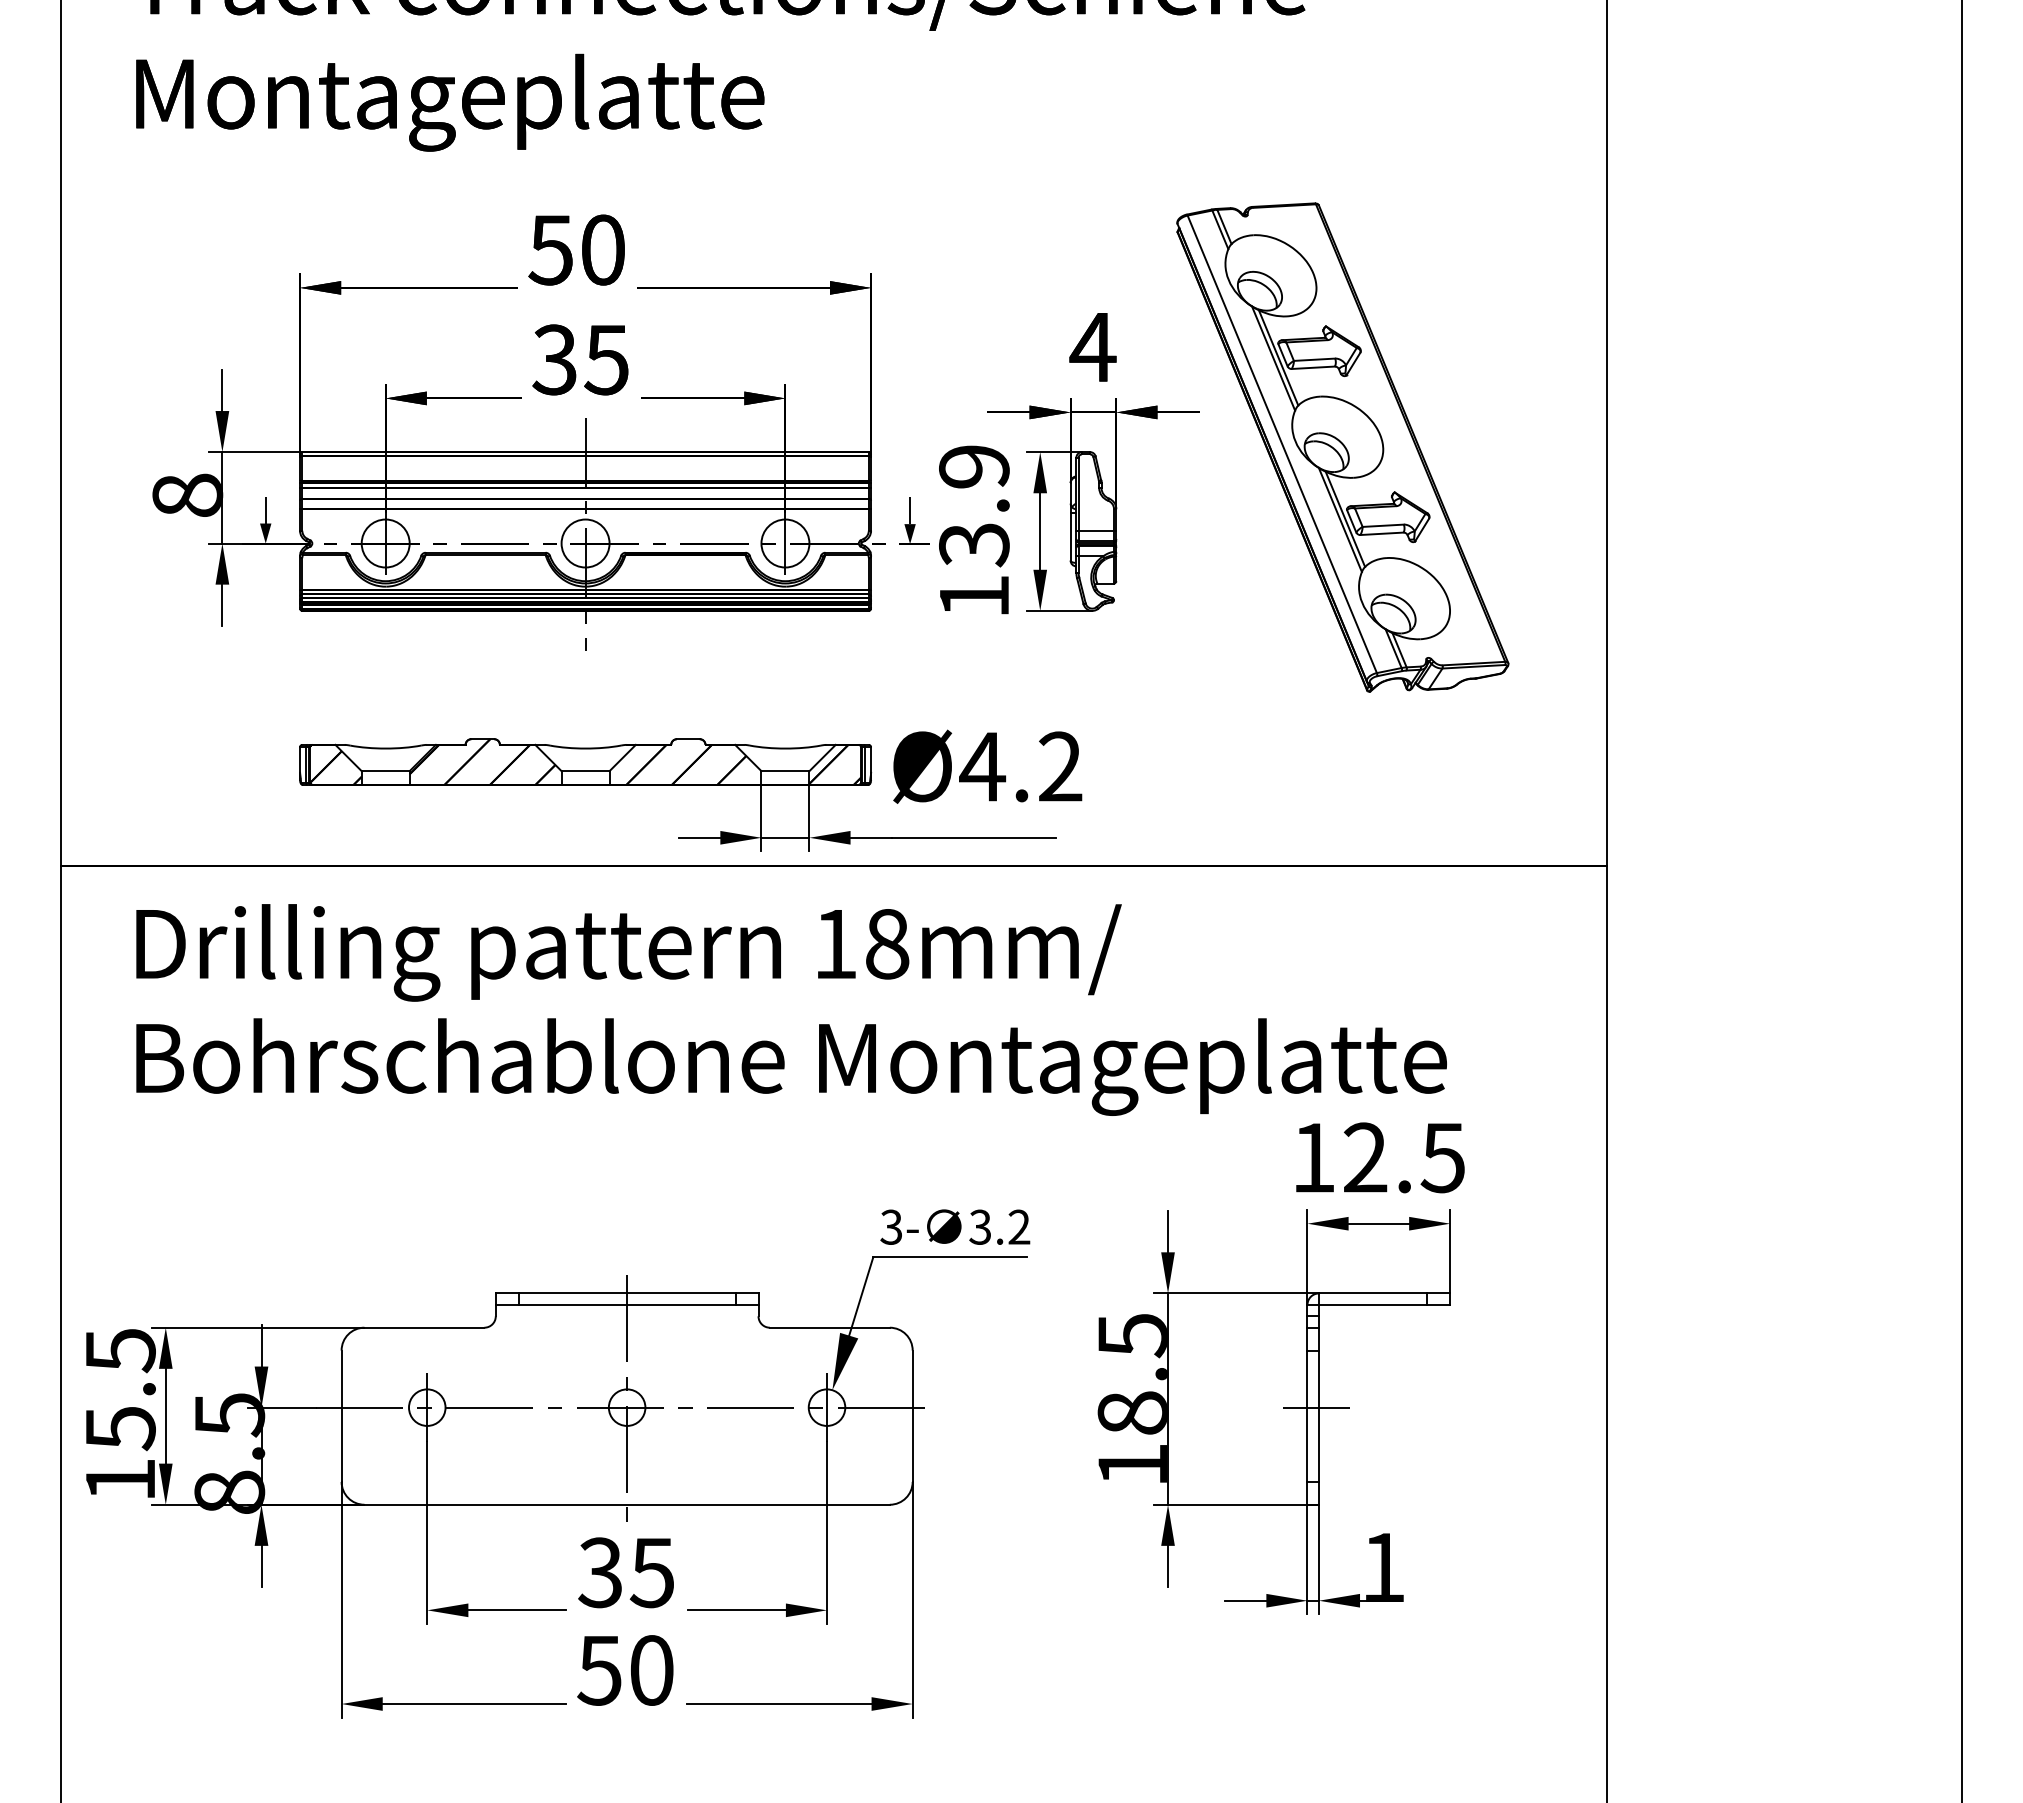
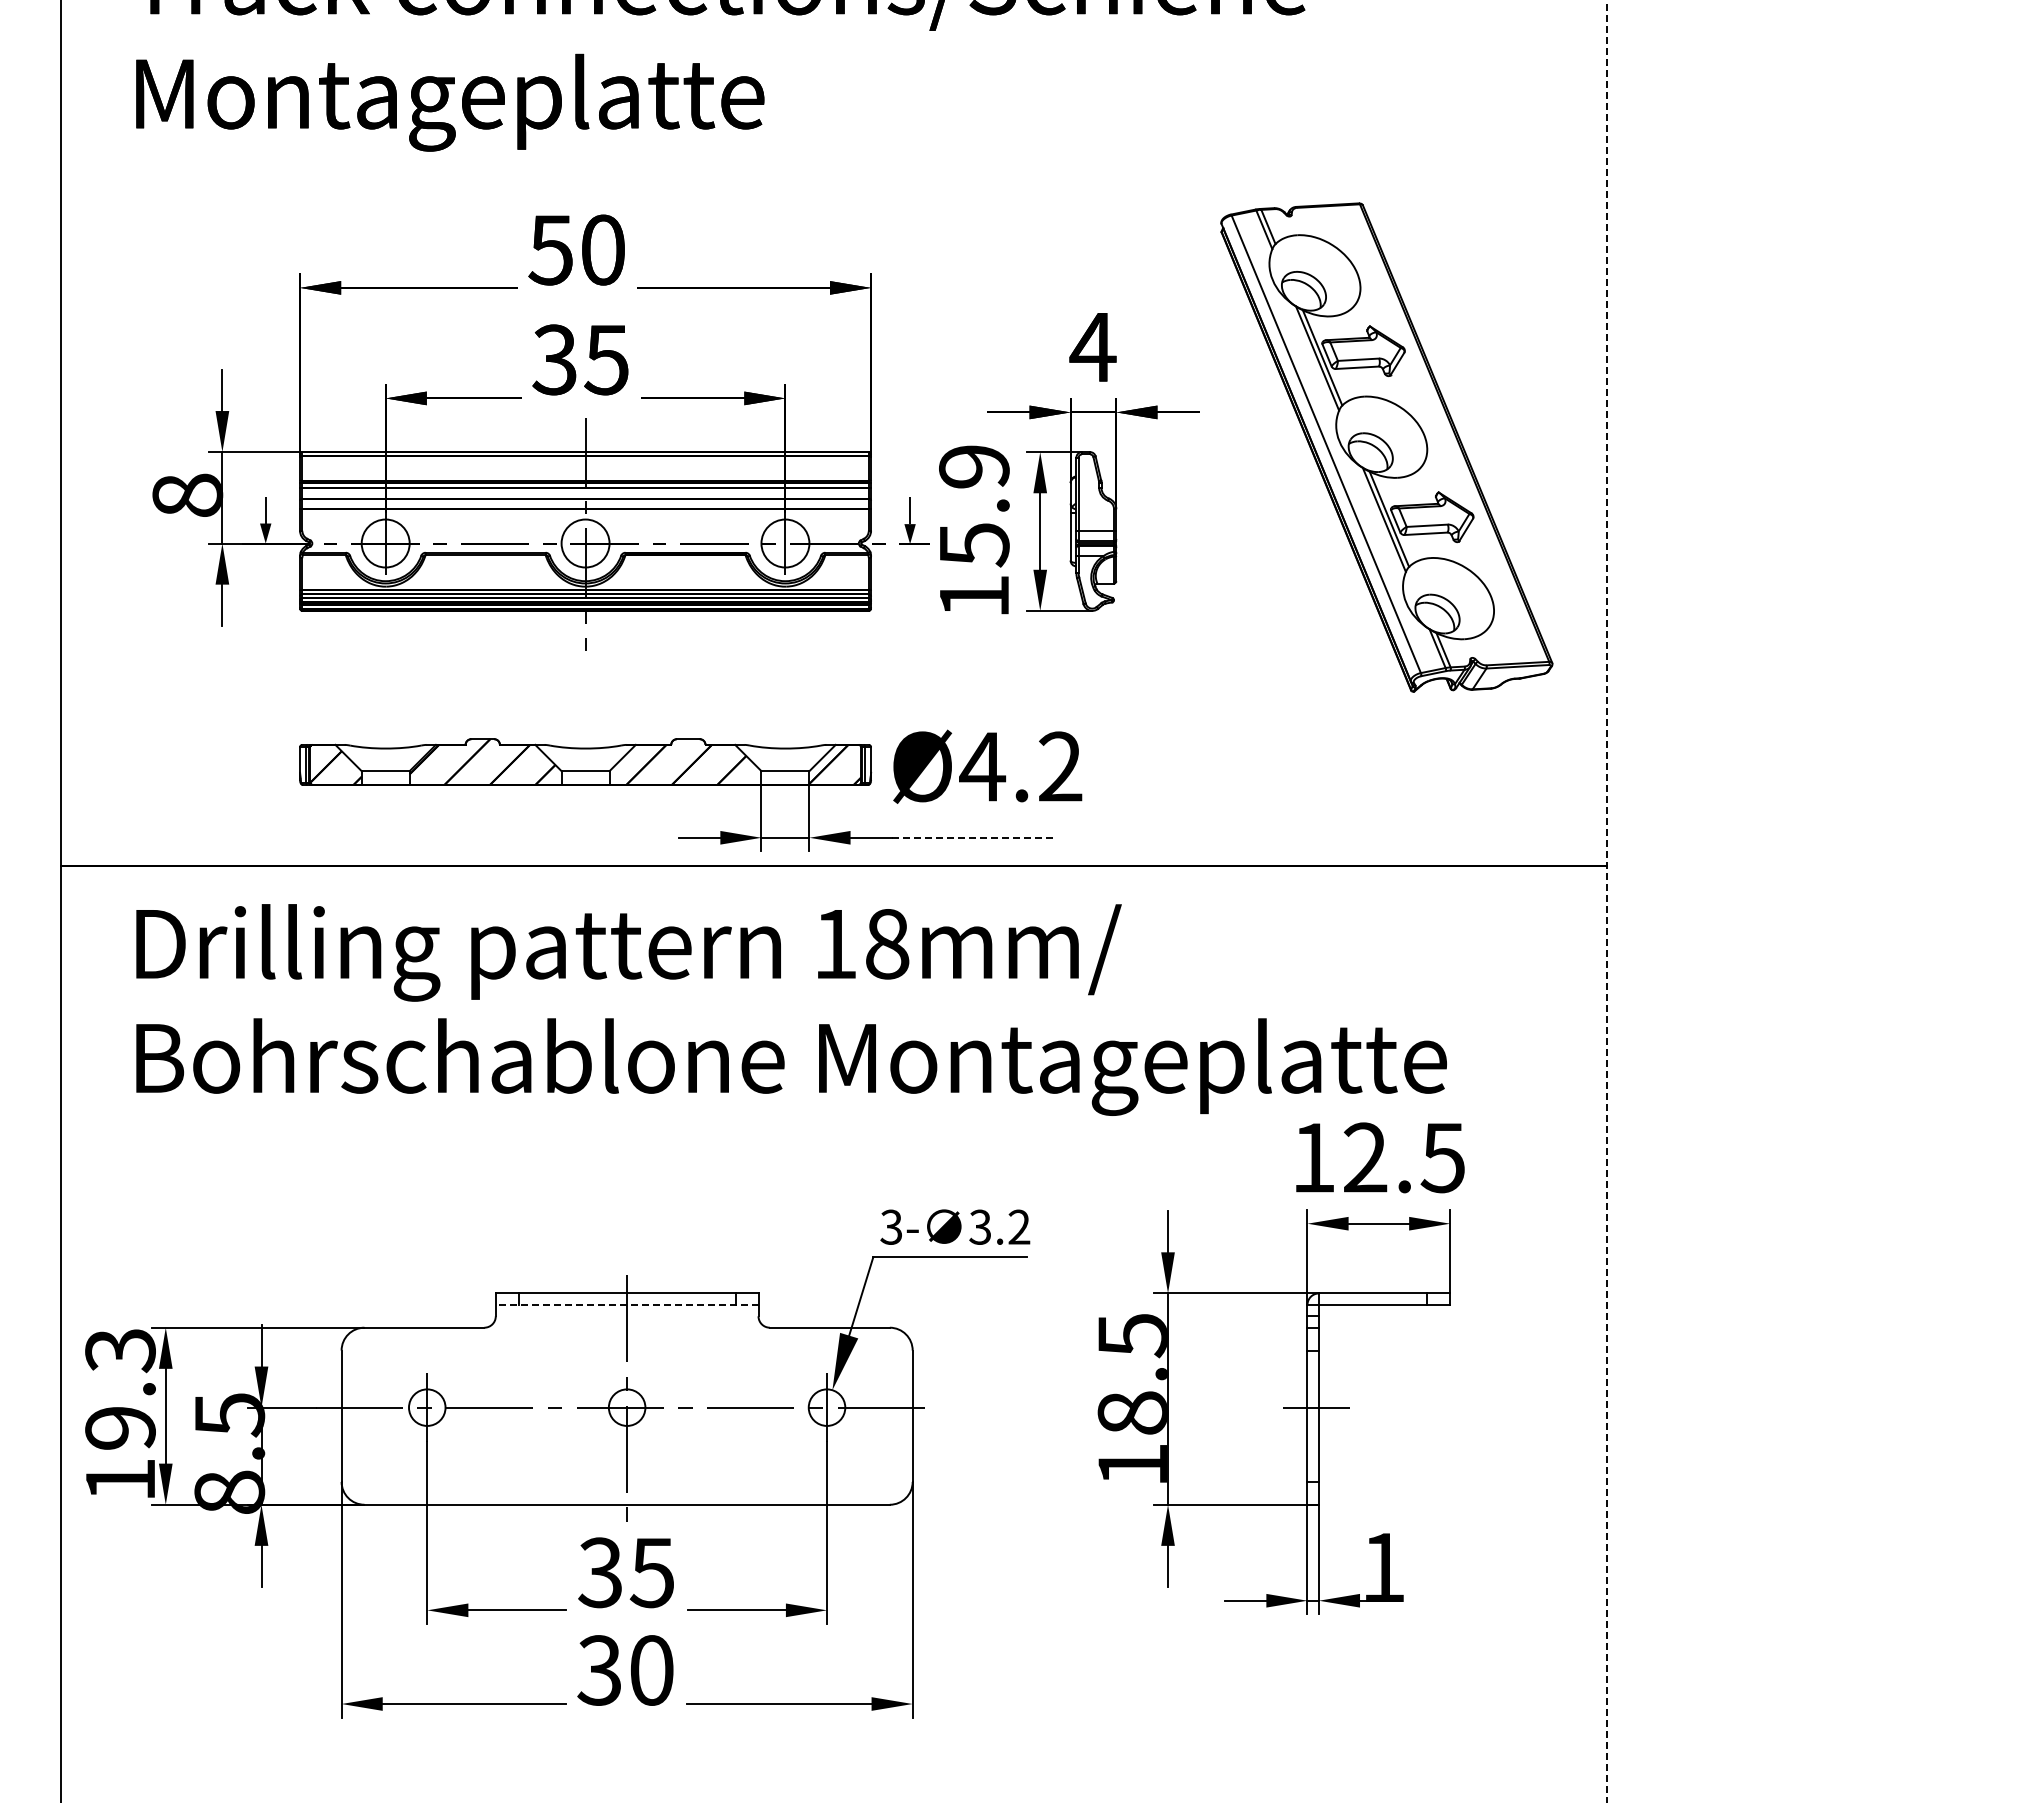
part at (1342, 447) position: (1342, 447) -> (1386, 447)
text at (974, 545): 13.9 -> 15.9
line at (974, 837): solid -> dashed
line at (1962, 900): present -> none
line at (1607, 901): solid -> dashed
line at (626, 1304): solid -> dashed
text at (120, 1390): 15.5 -> 19.3
text at (599, 1670): 50 -> 30
